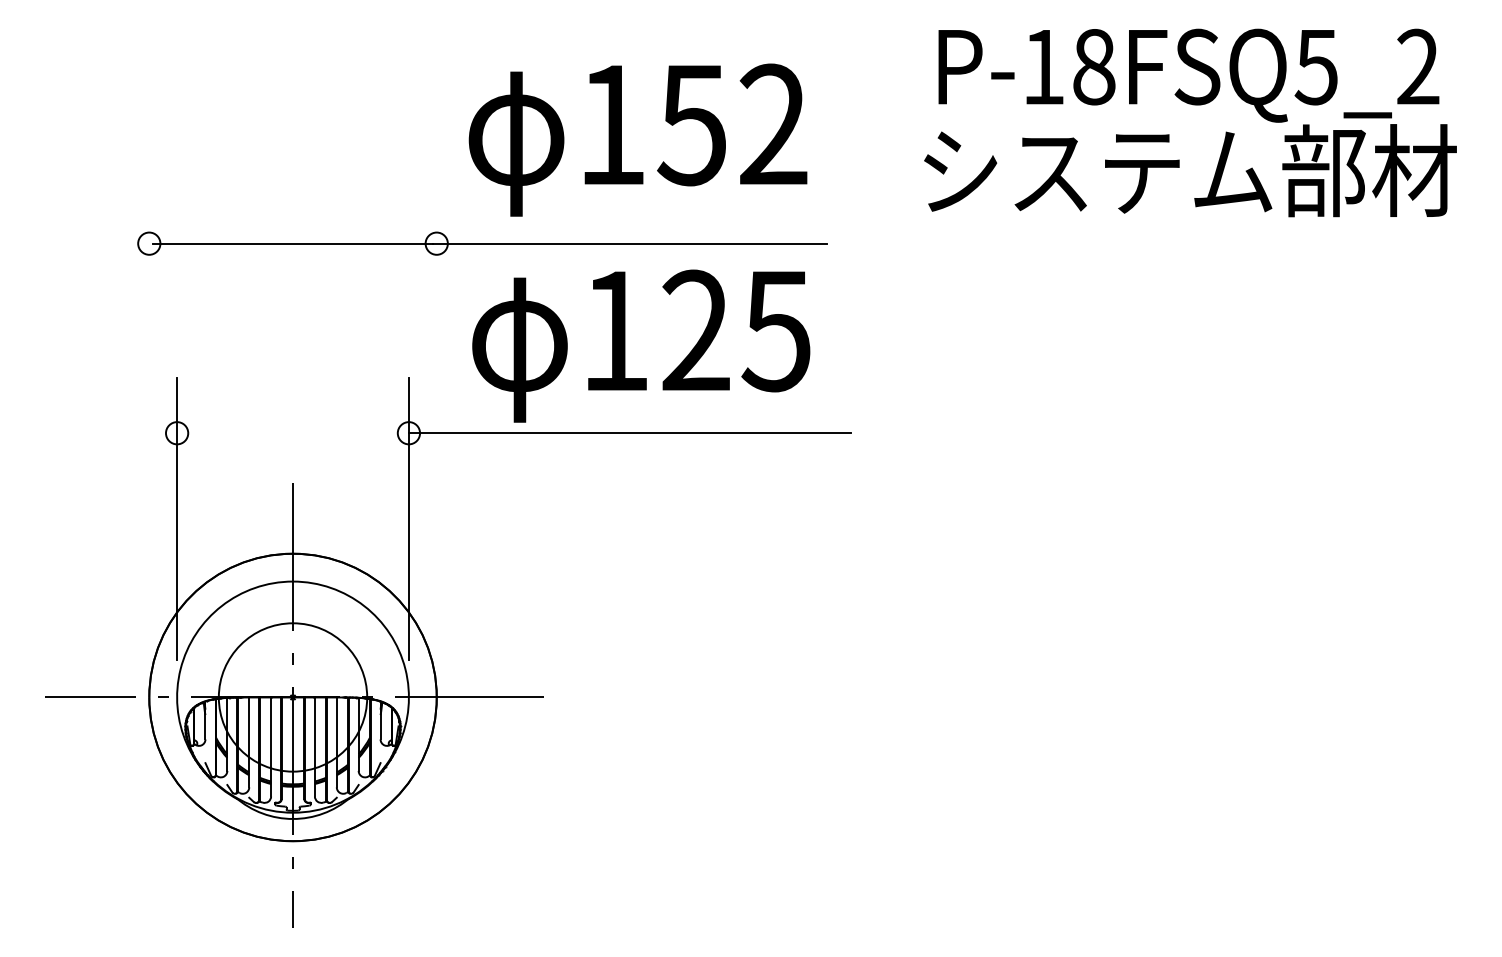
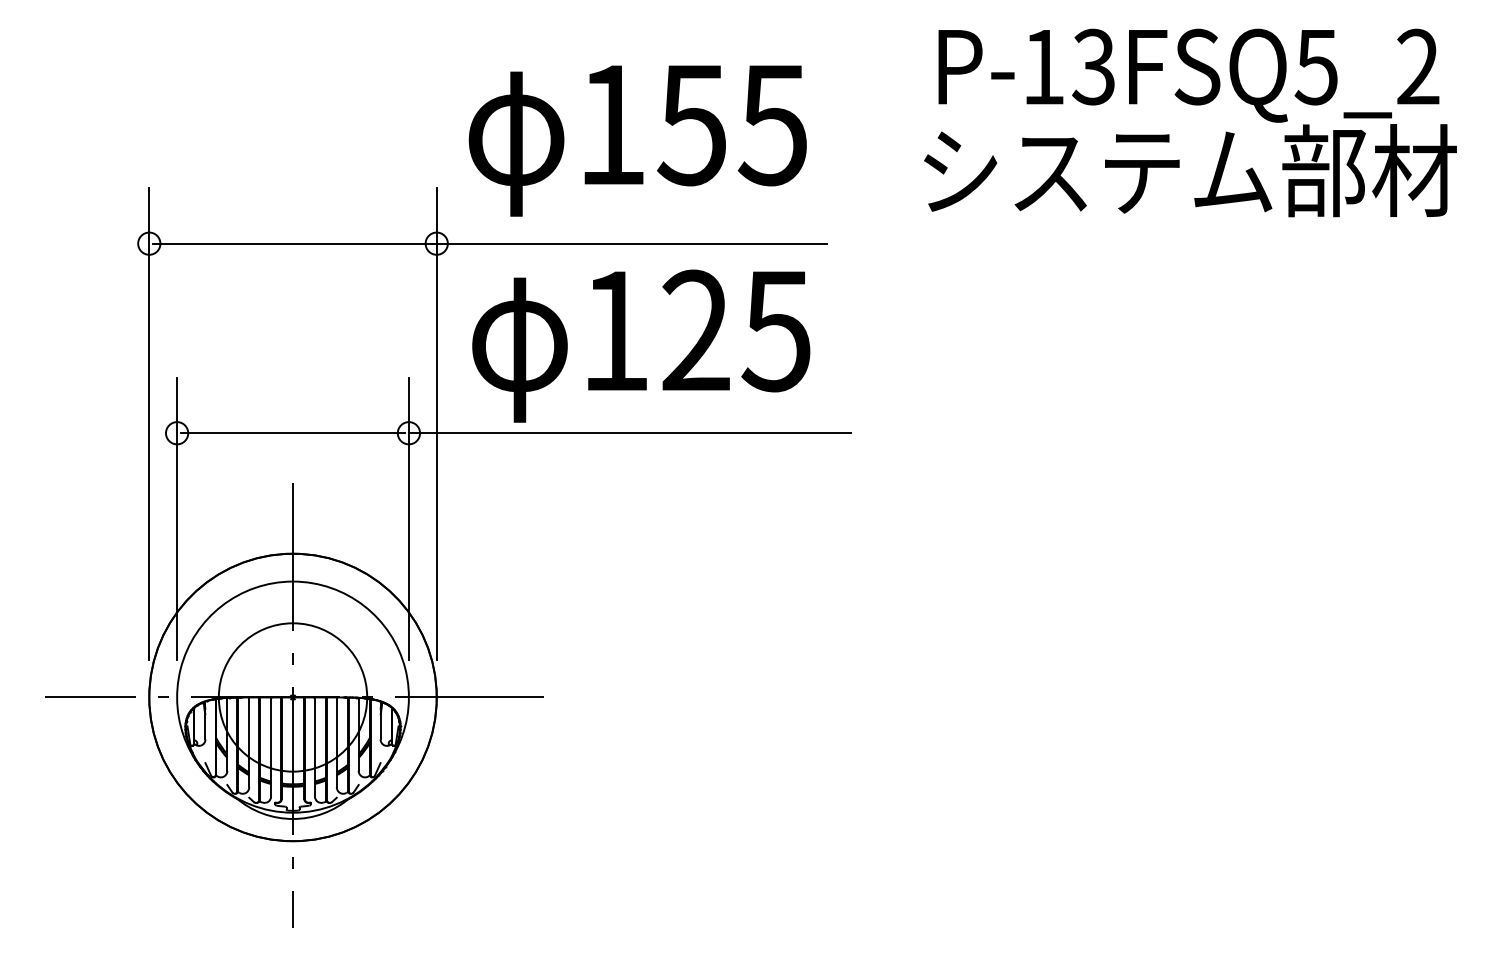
text at (1093, 66): P-18FSQ5_2 -> P-13FSQ5_2
text at (772, 124): 152 -> 155
line at (149, 424): none -> present
line at (436, 424): none -> present
line at (292, 433): none -> present
